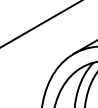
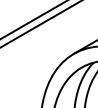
line at (33, 20): none -> present
